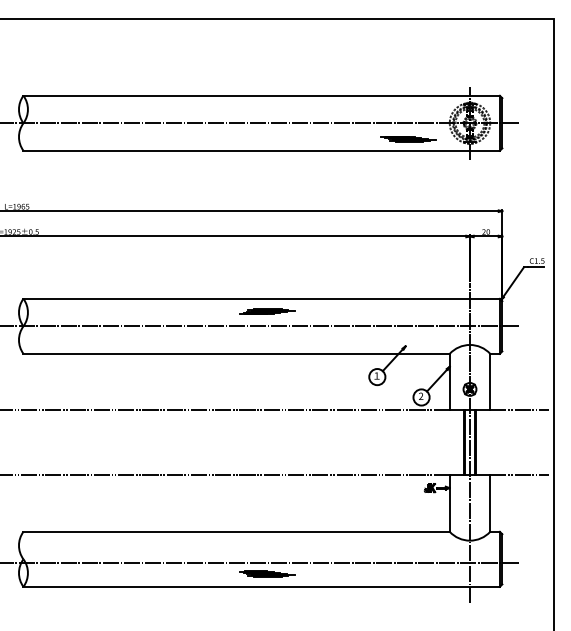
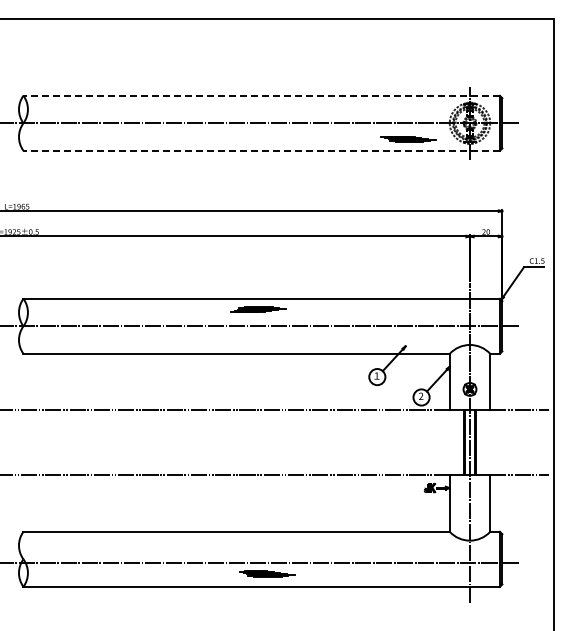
line at (261, 95): solid -> dashed
line at (261, 150): solid -> dashed
part at (267, 311) position: (267, 311) -> (258, 309)
